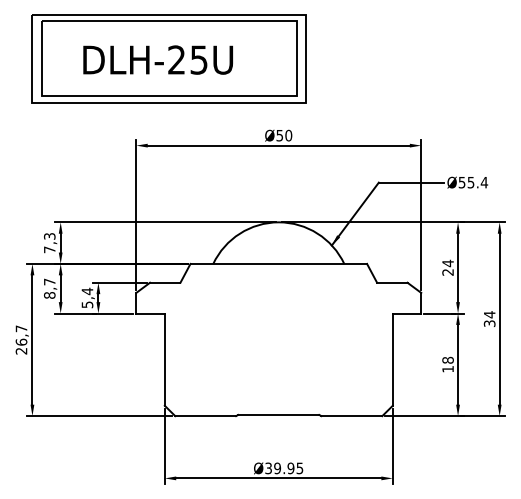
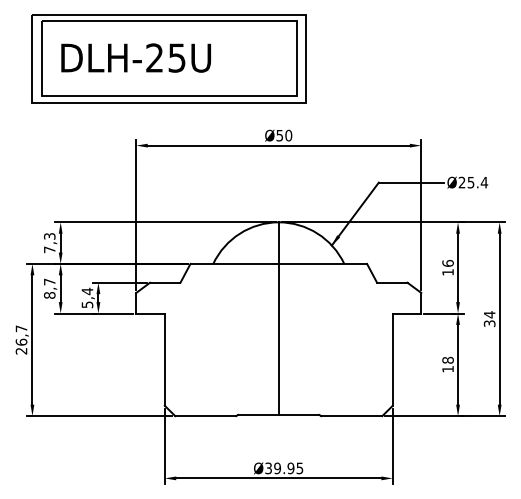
text at (157, 59) position: (157, 59) -> (135, 57)
text at (461, 182): Ø55.4 -> Ø25.4
text at (447, 267): 24 -> 16
line at (278, 318): none -> present
